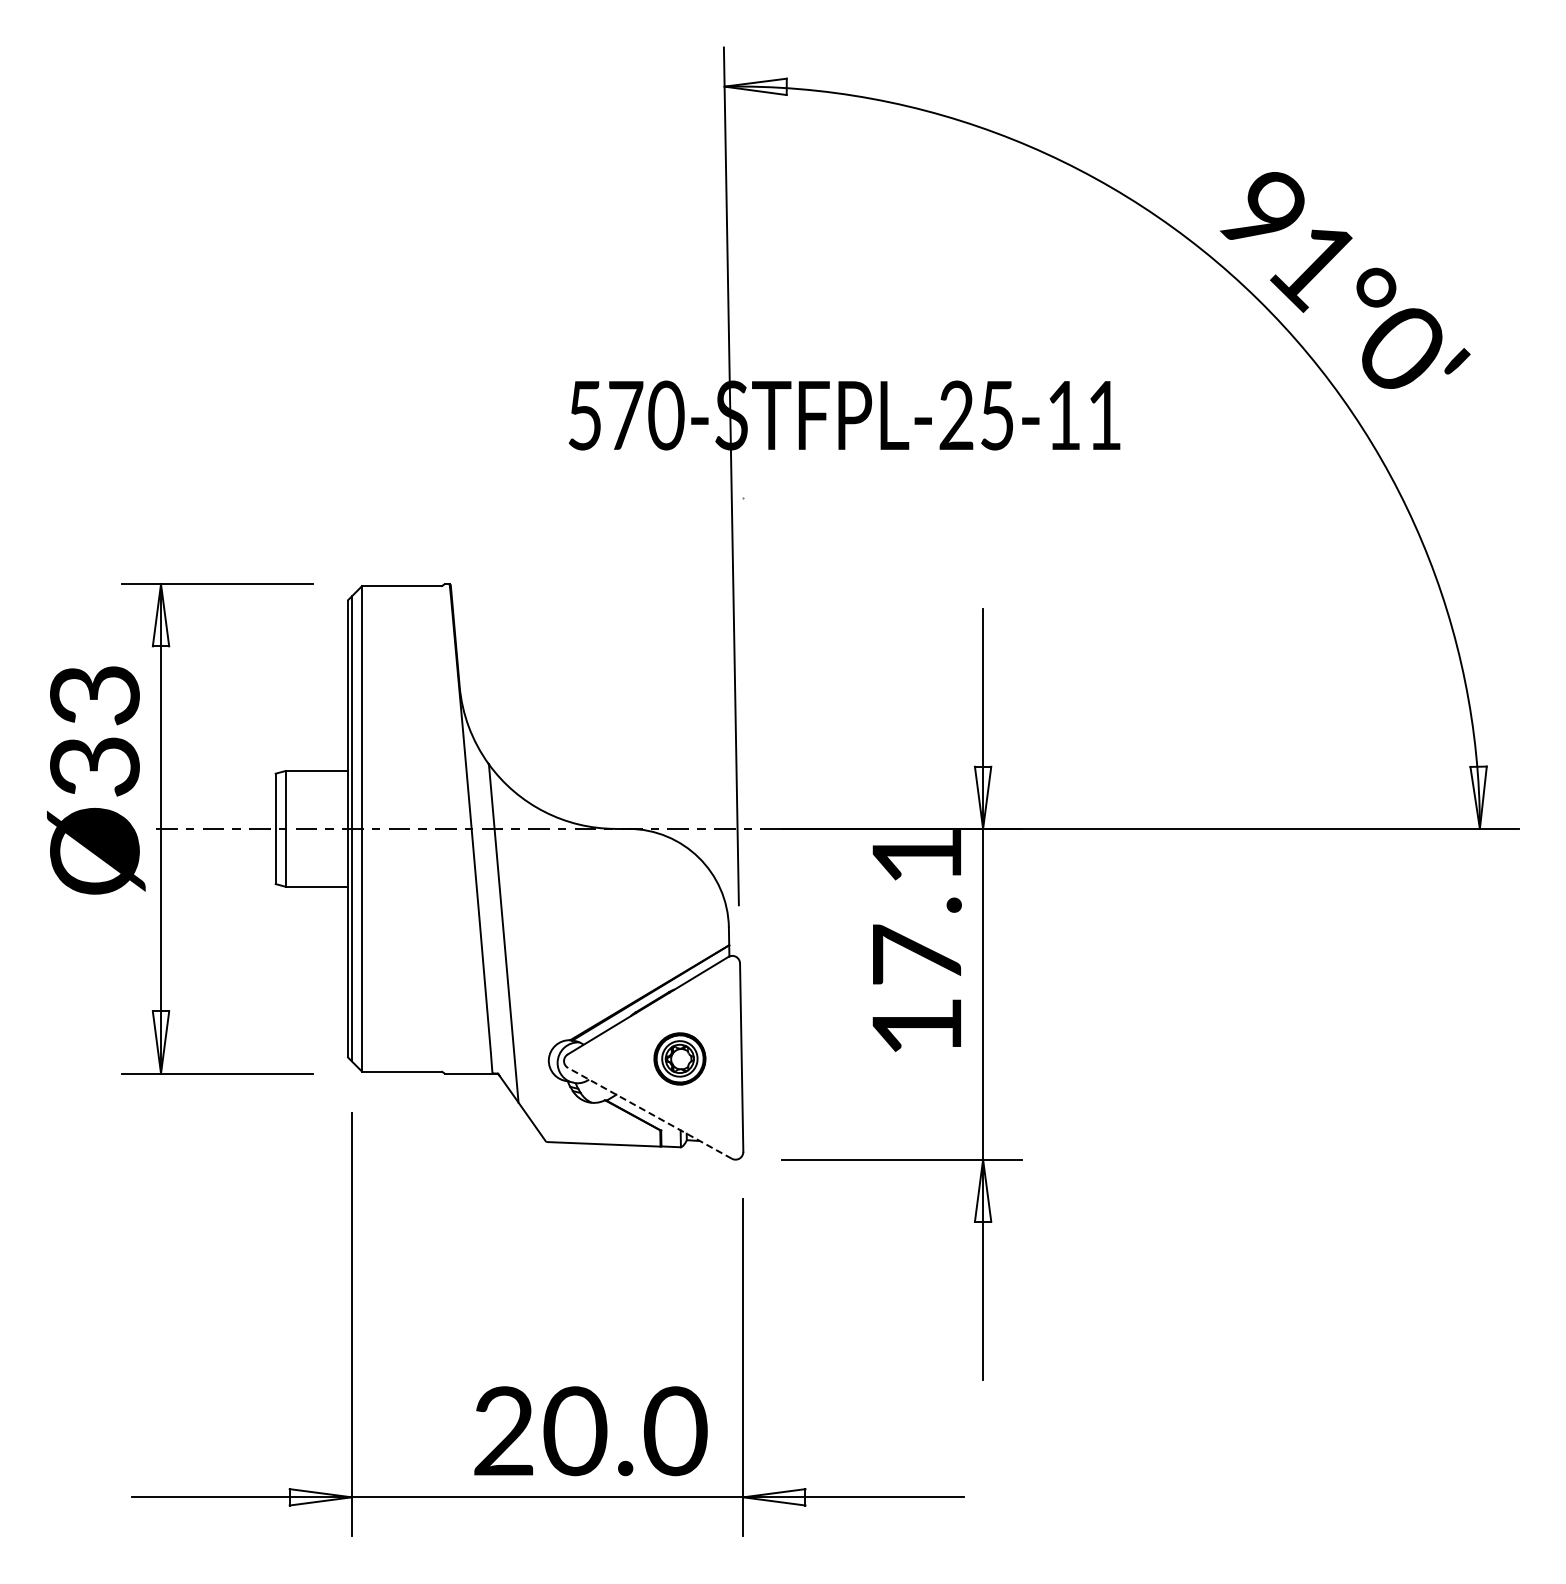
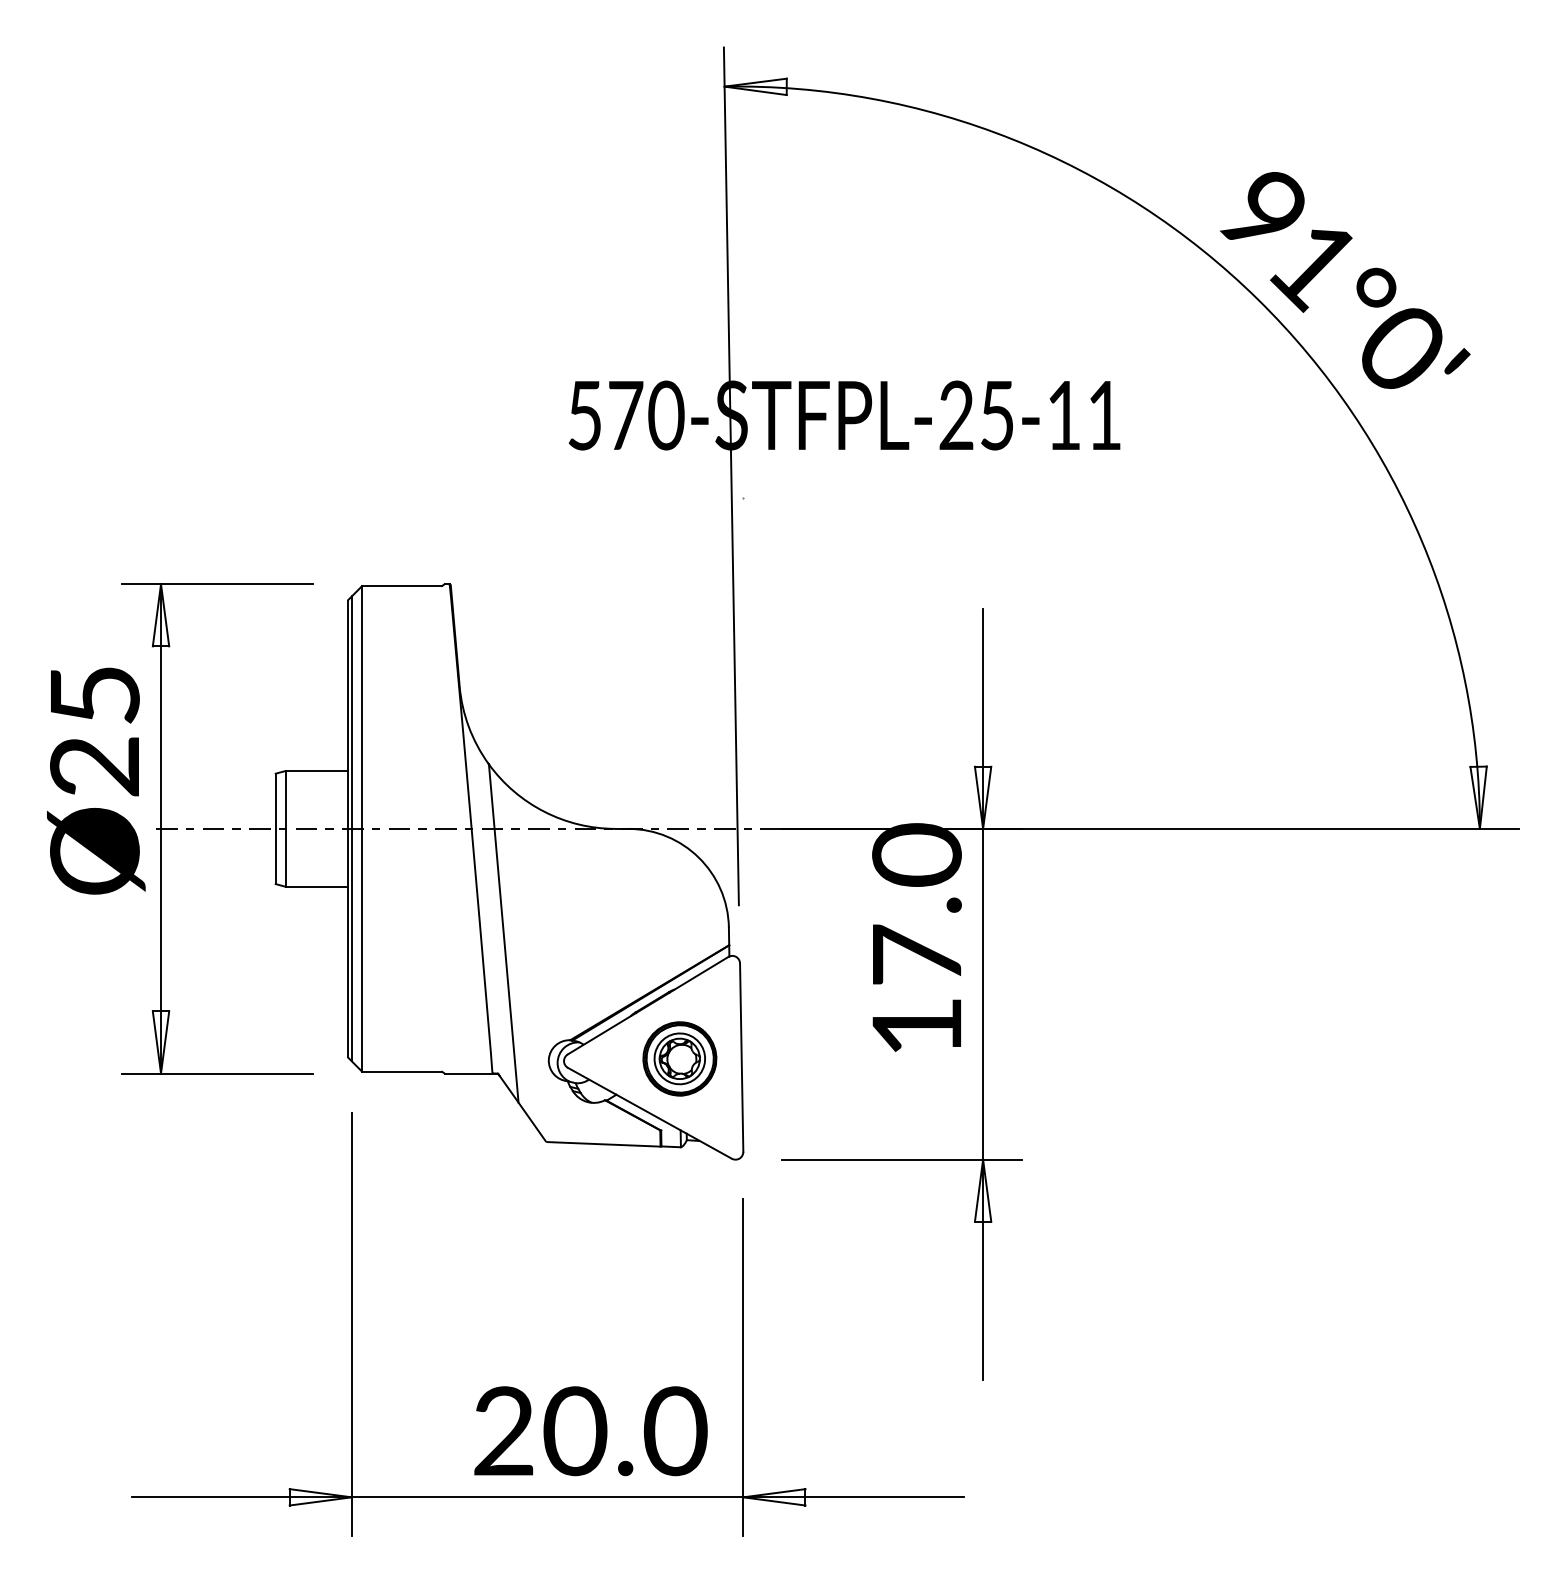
text at (94, 731): Ø33 -> Ø25
text at (916, 854): 17.1 -> 17.0
part at (679, 1058) size: 54x54 px -> 76x76 px
line at (649, 1113): dashed -> solid
